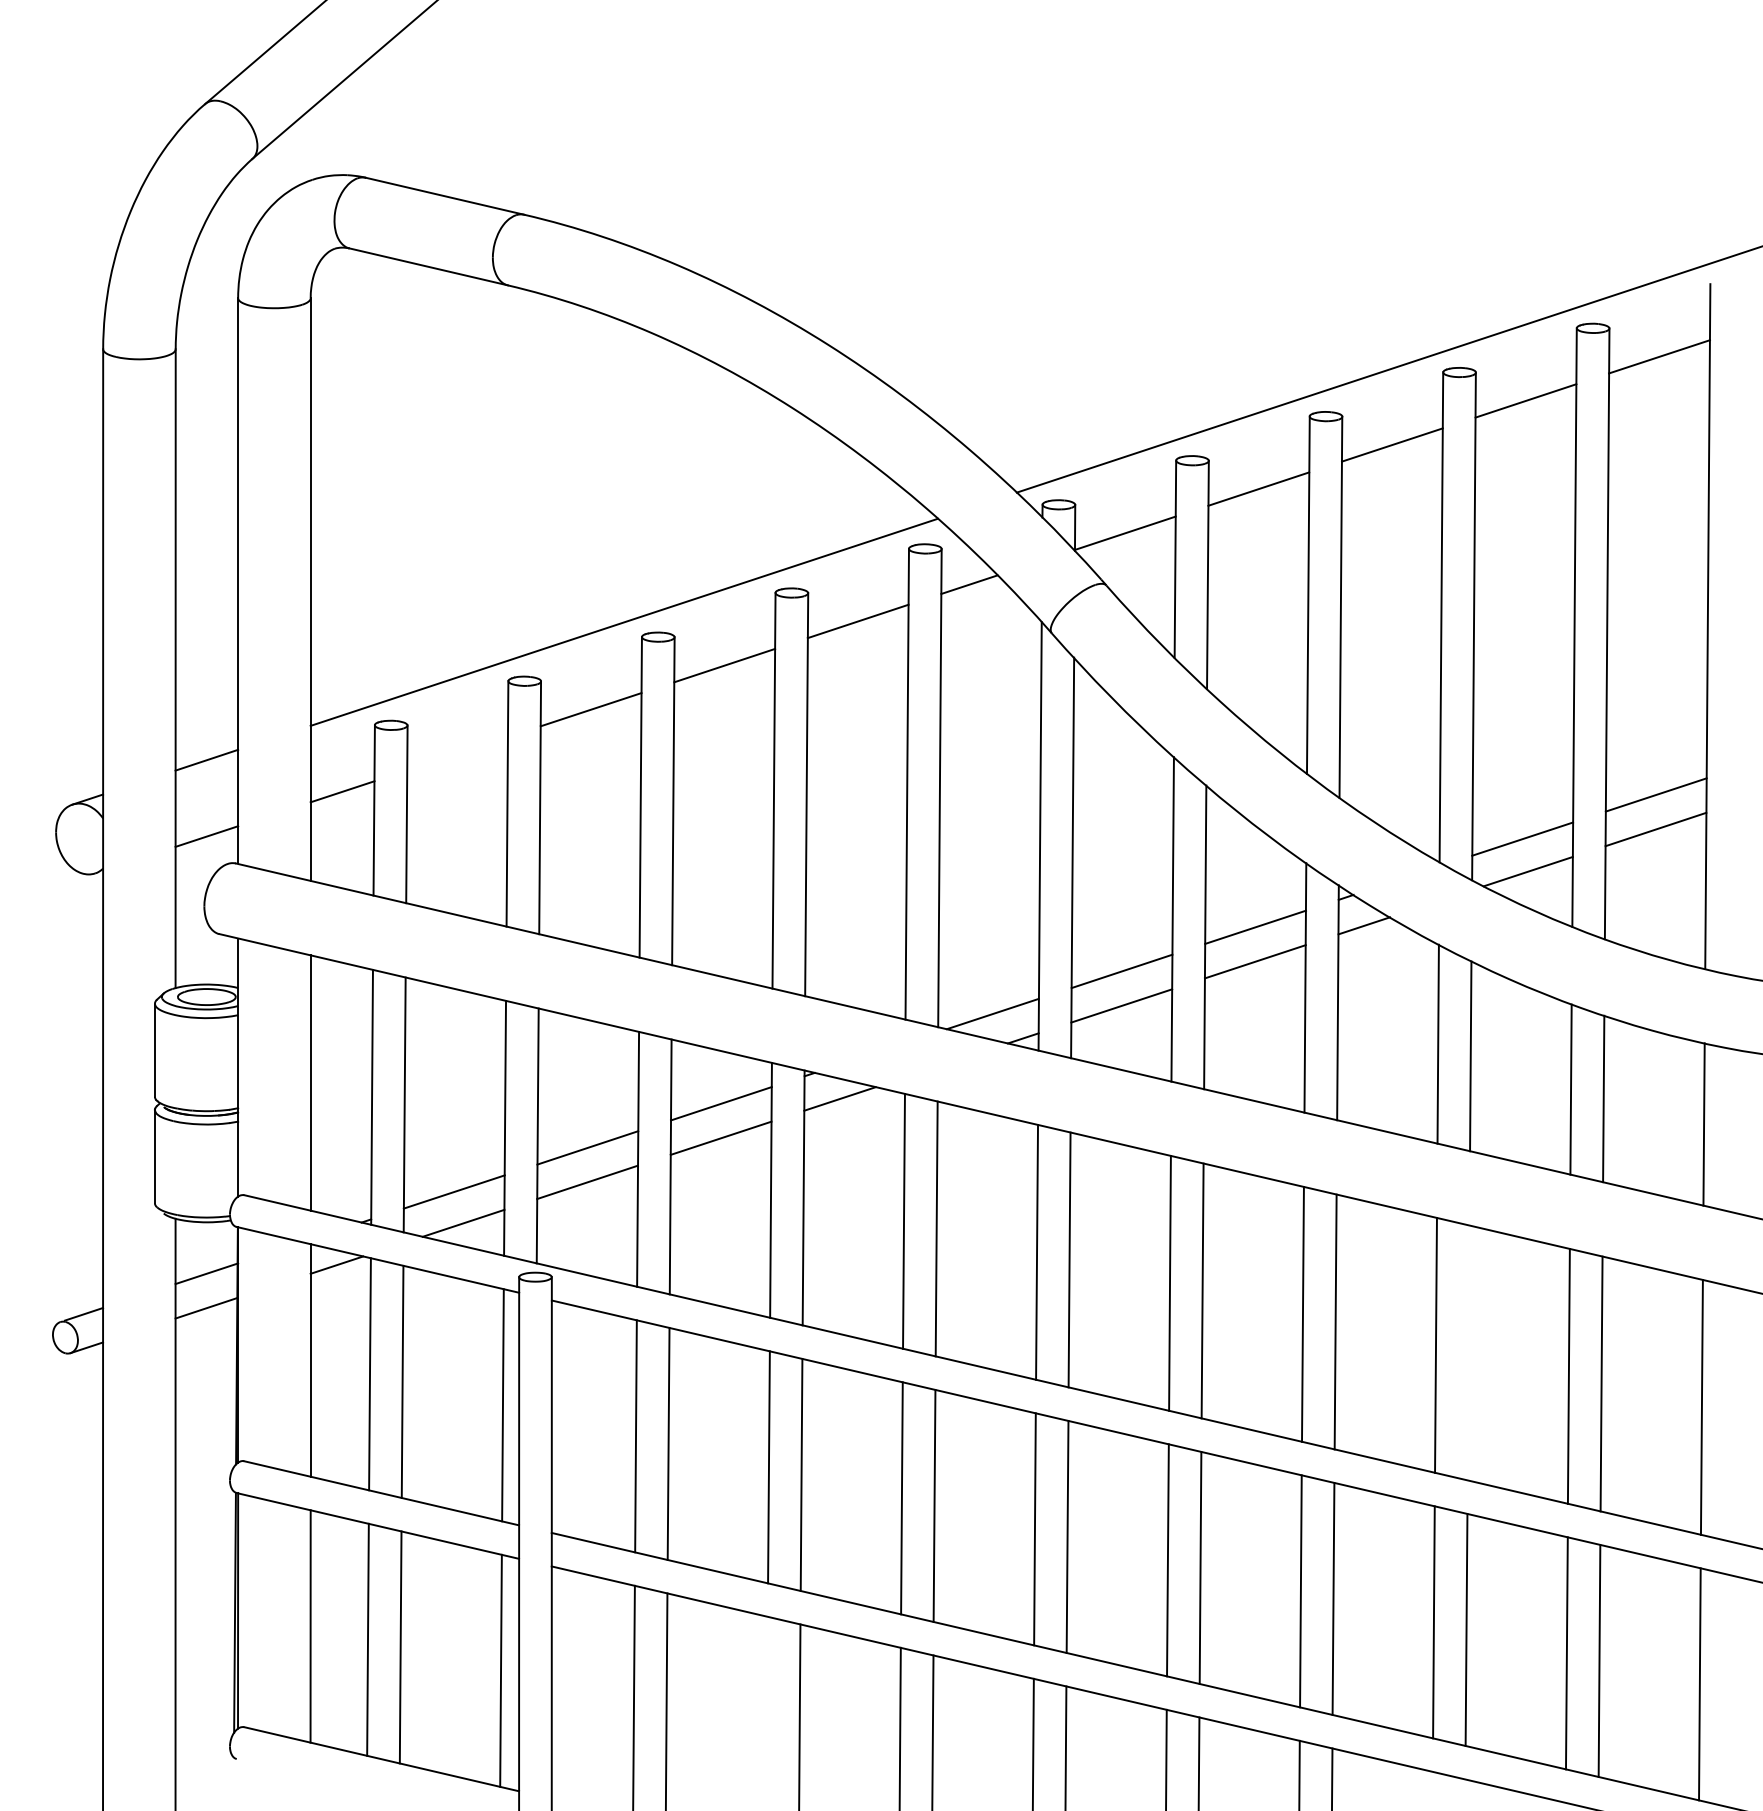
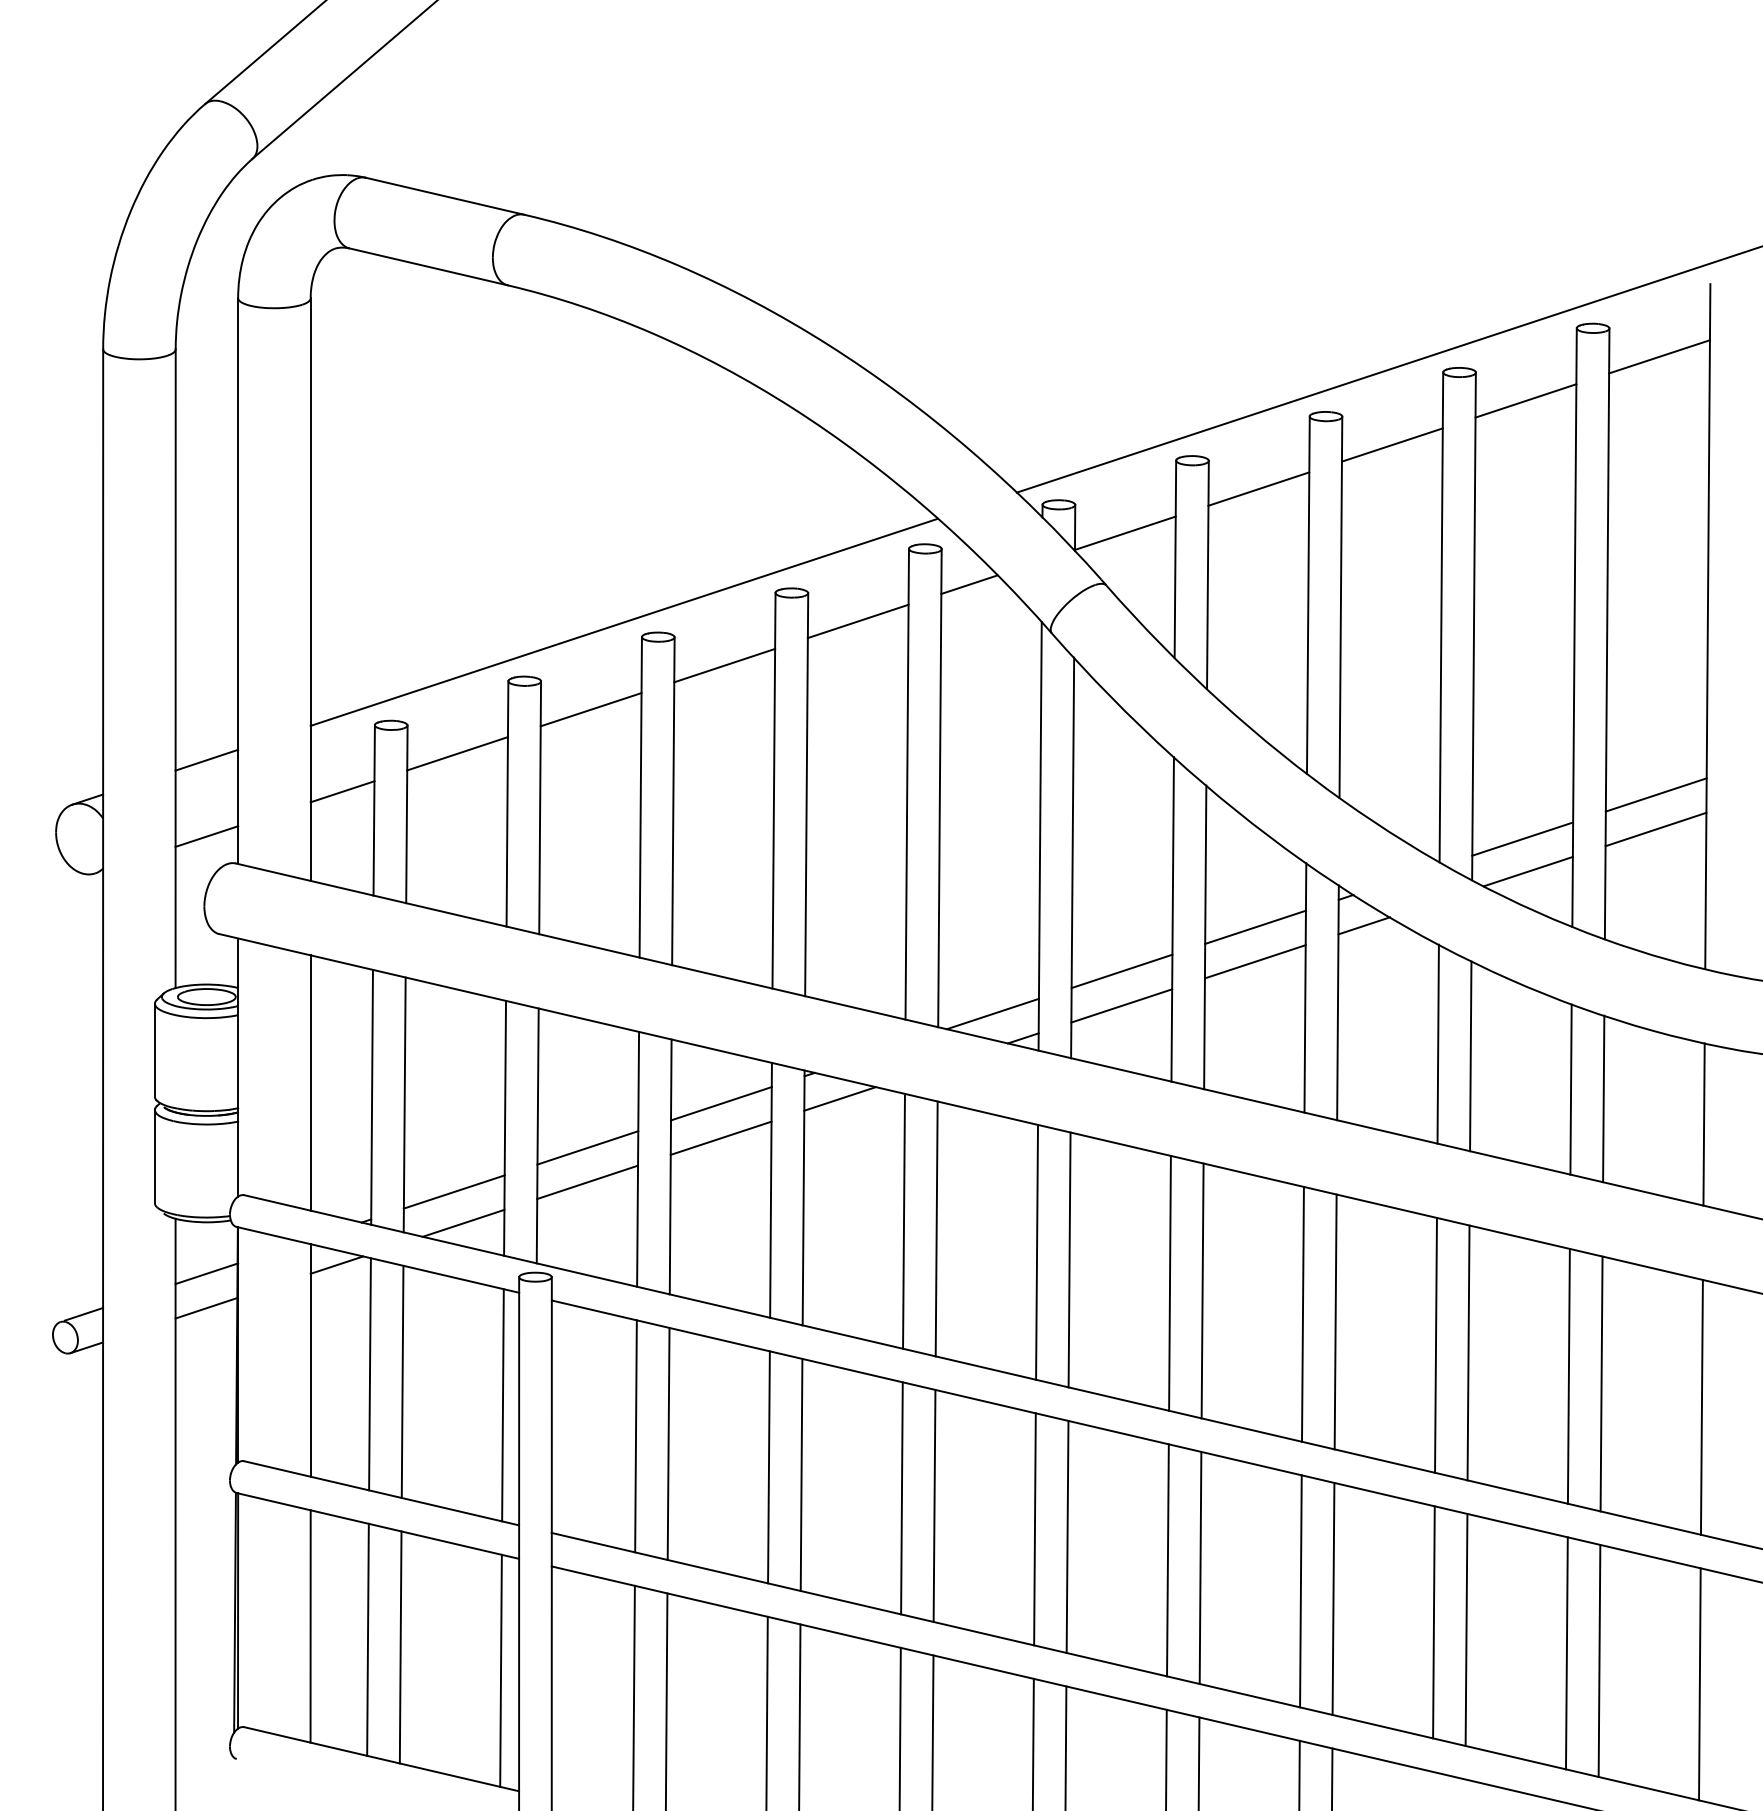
line at (457, 753): none -> present
line at (1468, 1352): none -> present
line at (766, 1711): none -> present
